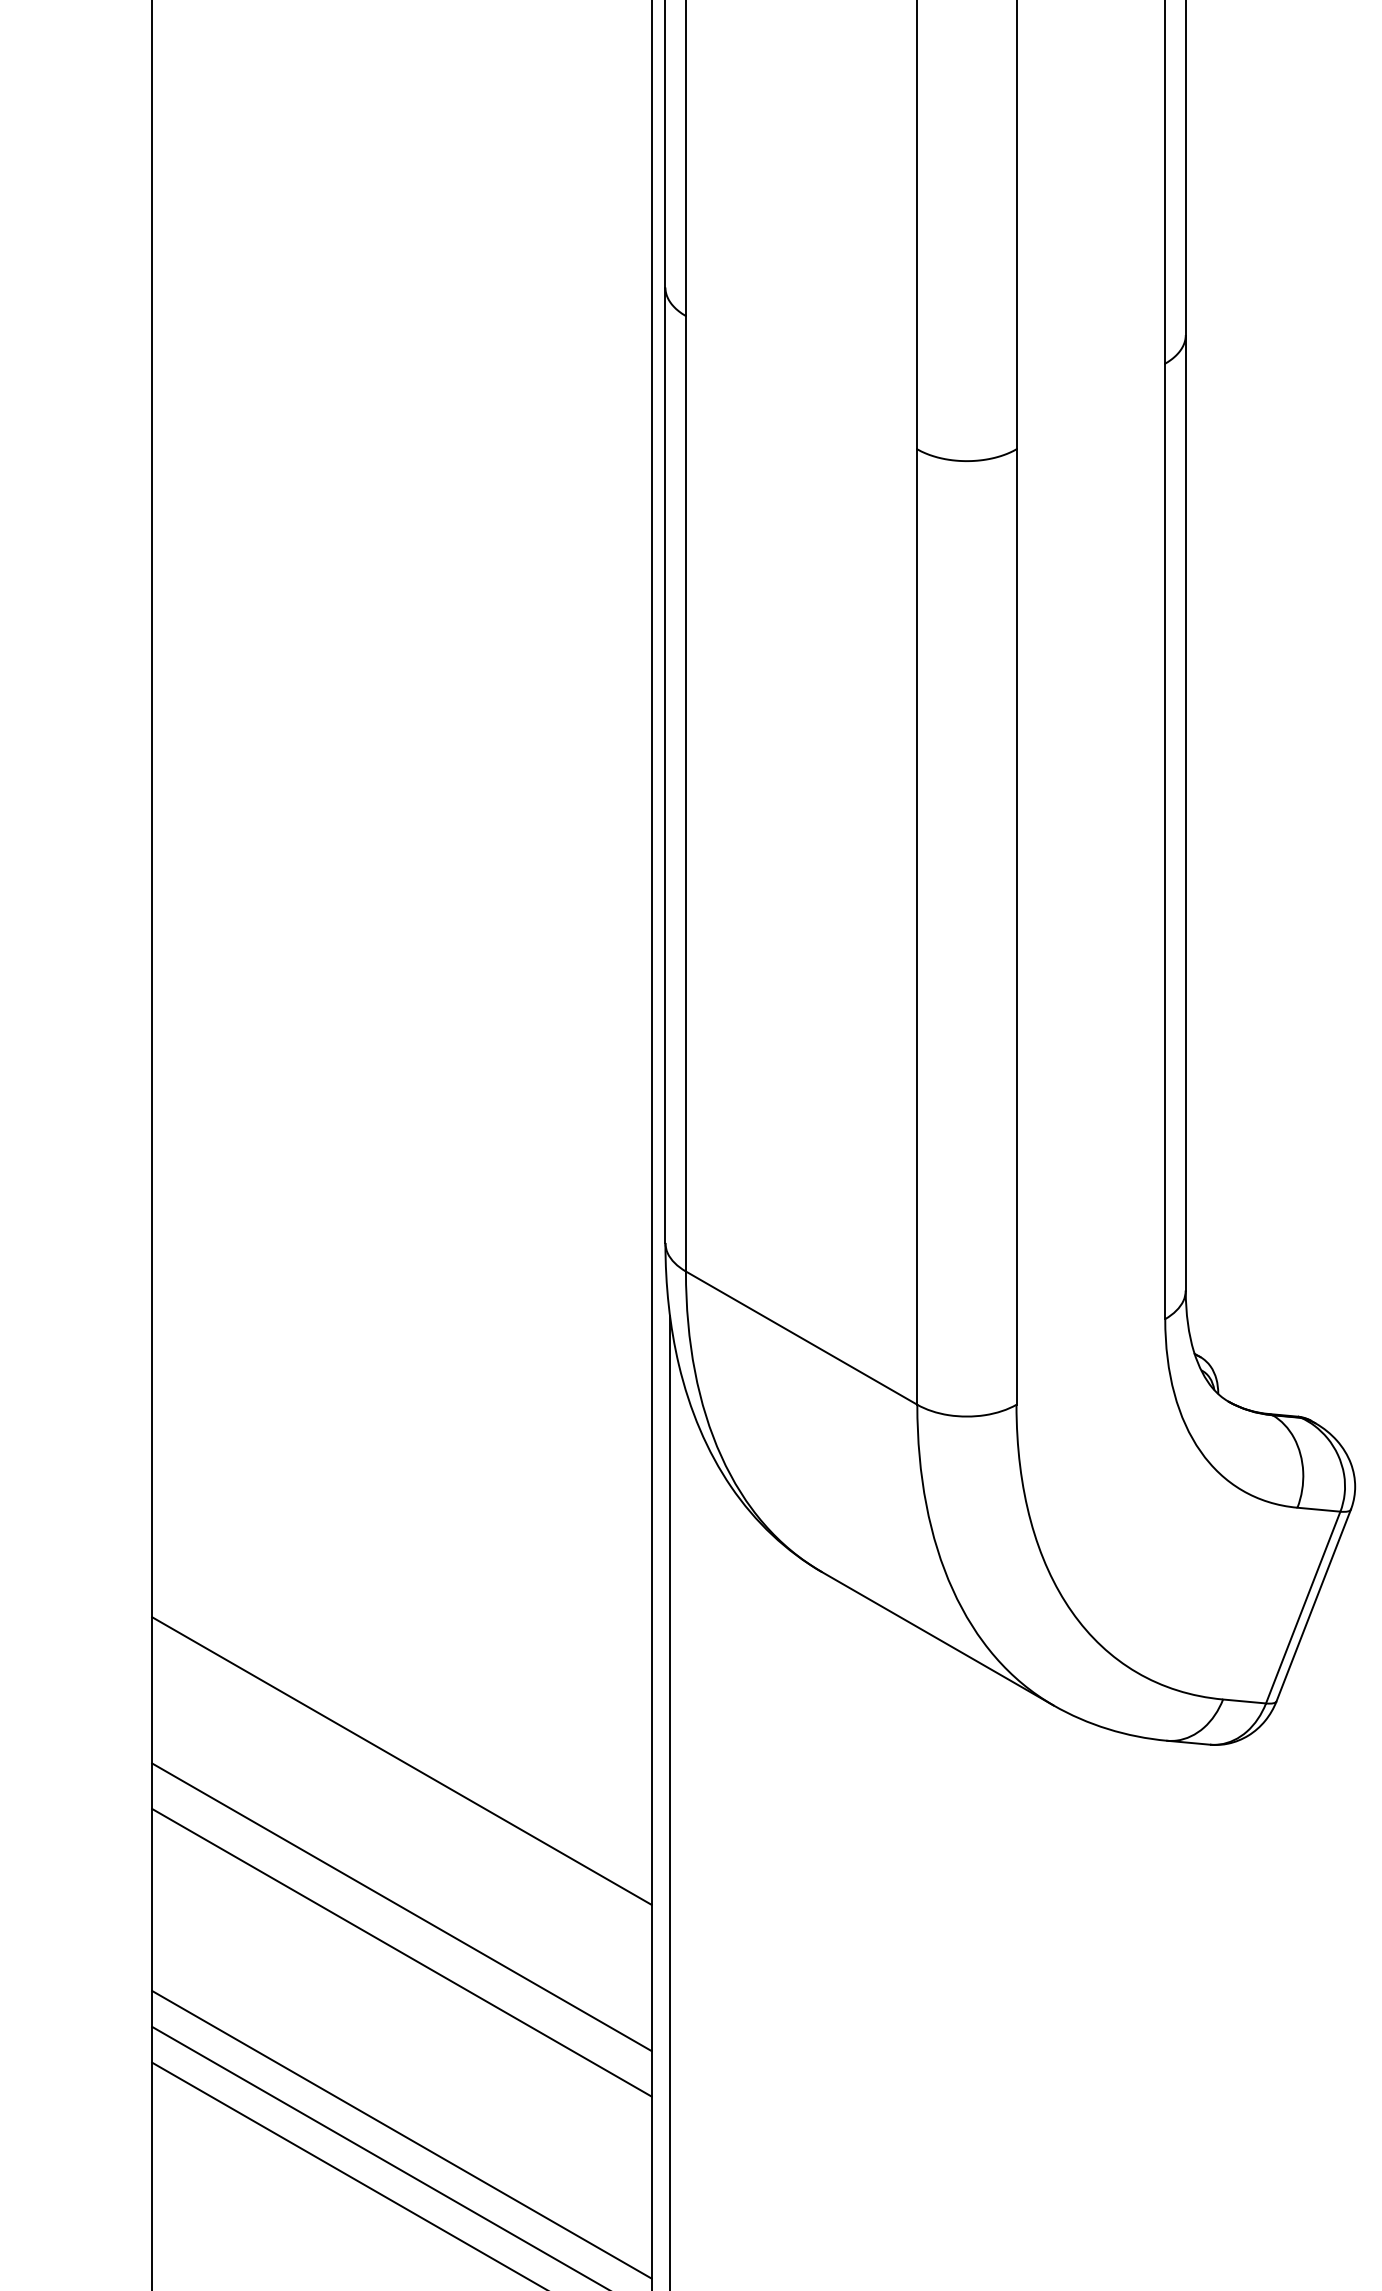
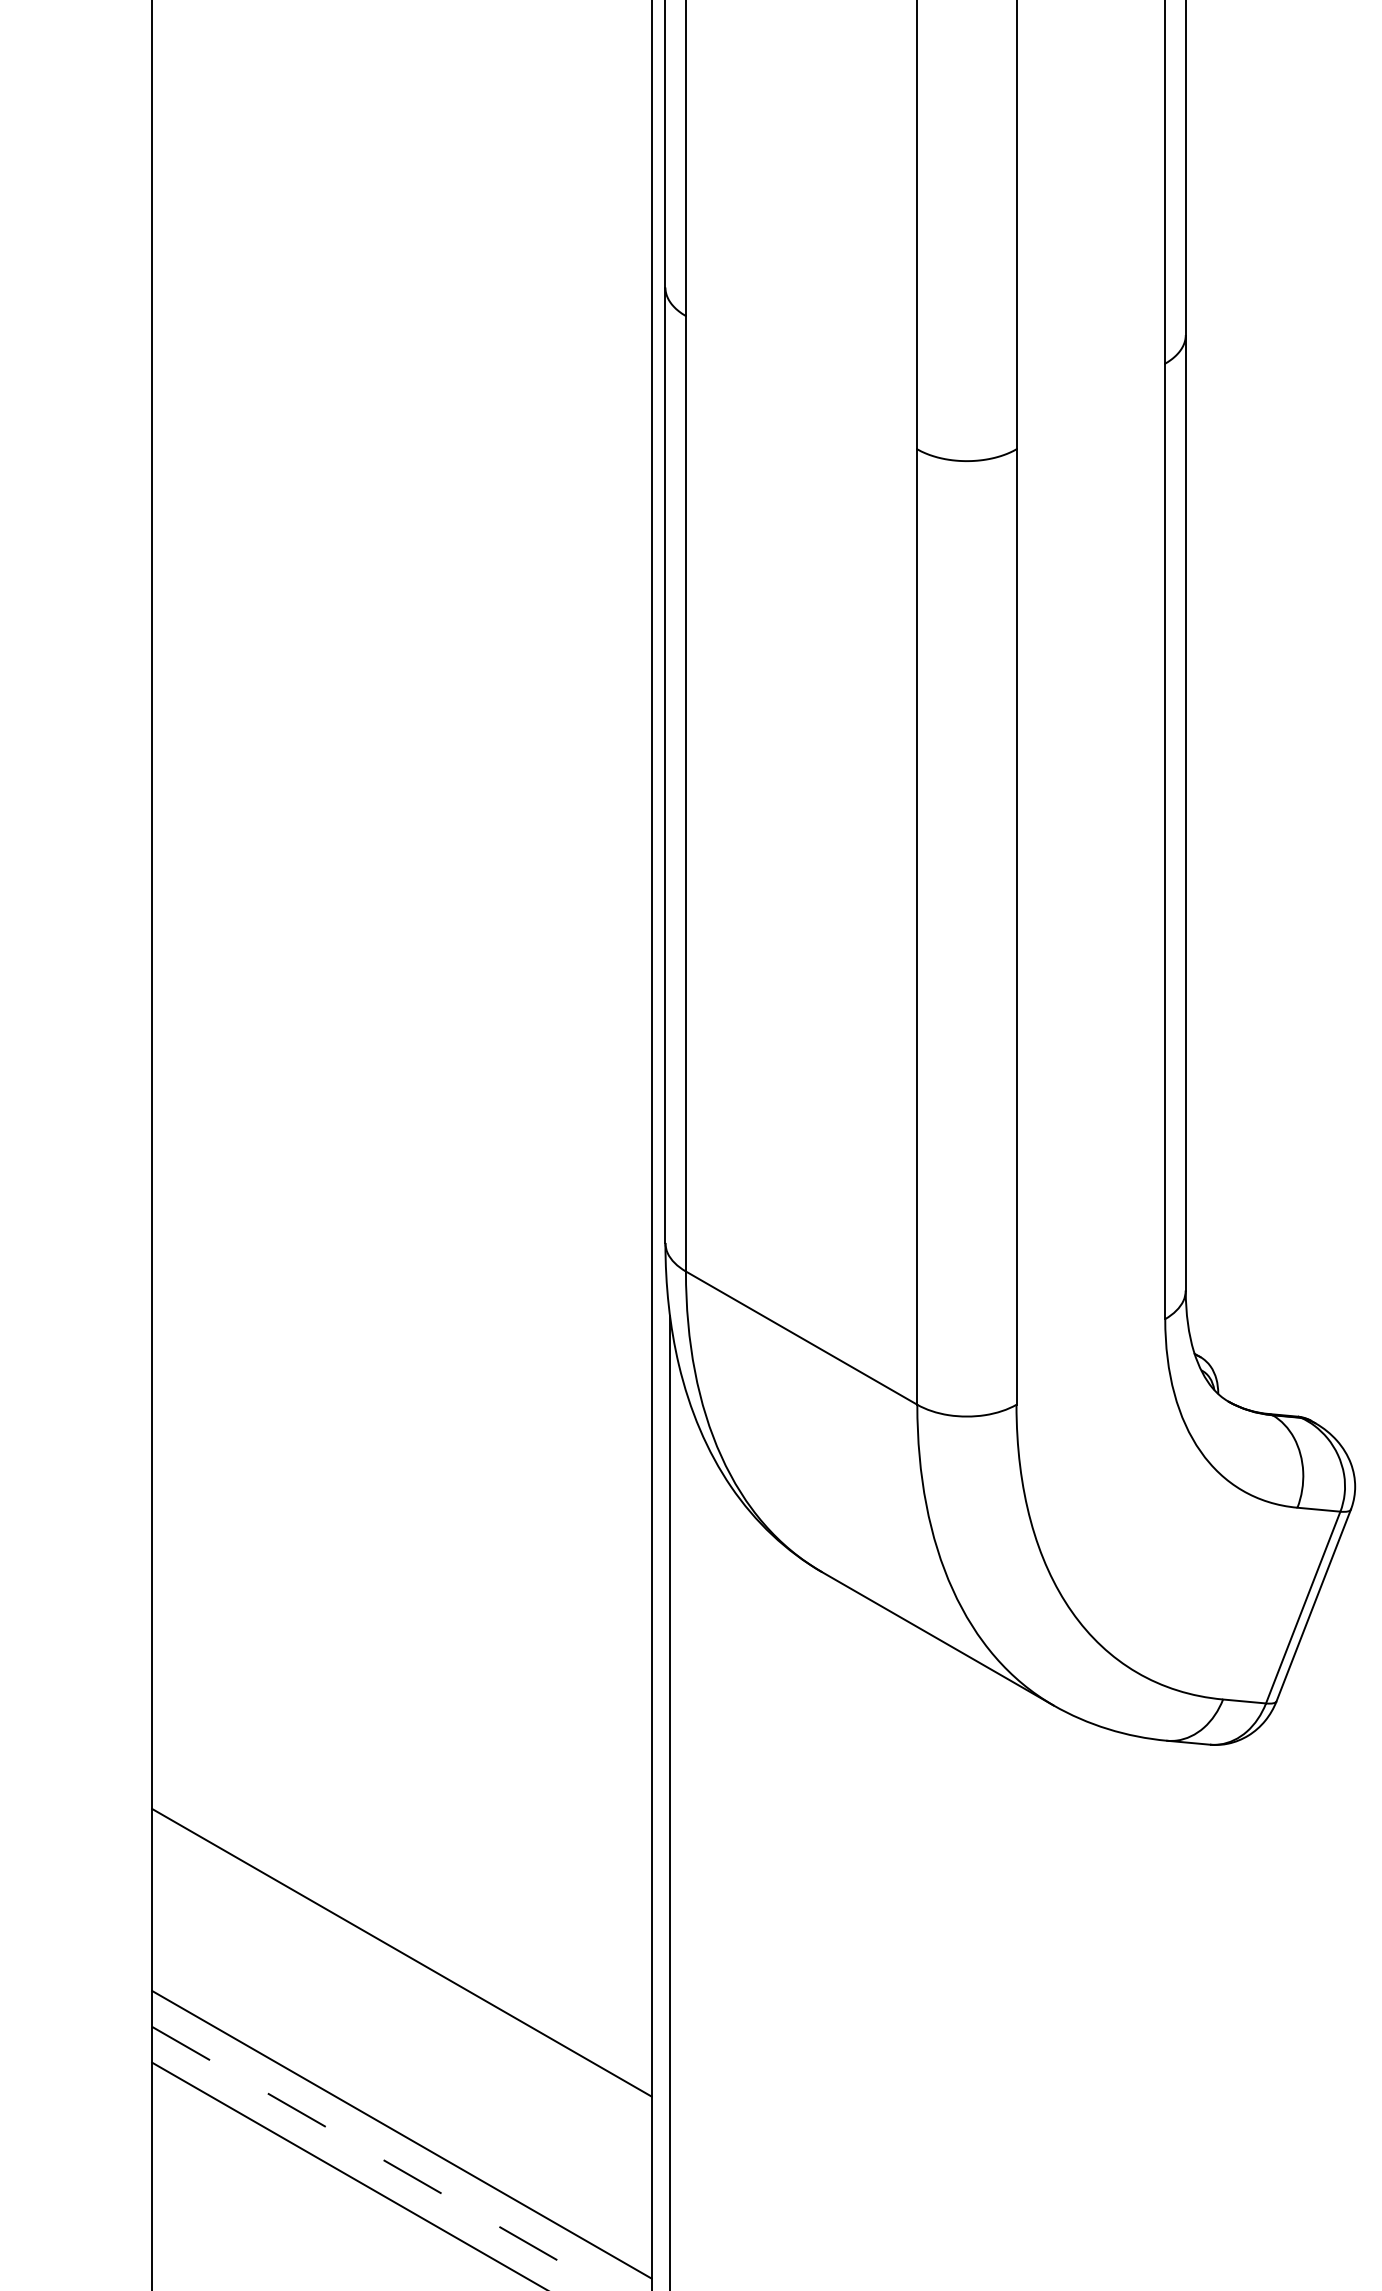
line at (401, 1760): present -> none
line at (401, 1907): present -> none
line at (381, 2158): solid -> dashed
